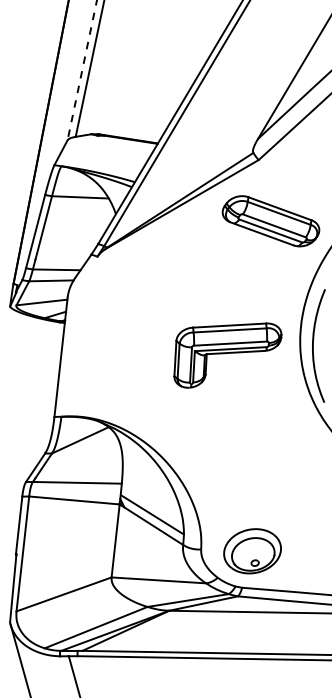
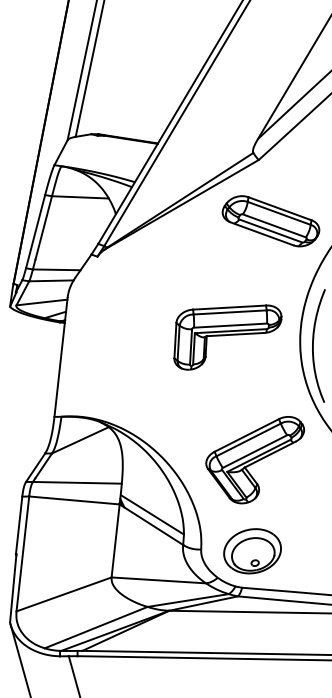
line at (82, 70): dashed -> solid
part at (227, 355) position: (227, 355) -> (227, 337)
part at (254, 460): none -> present
